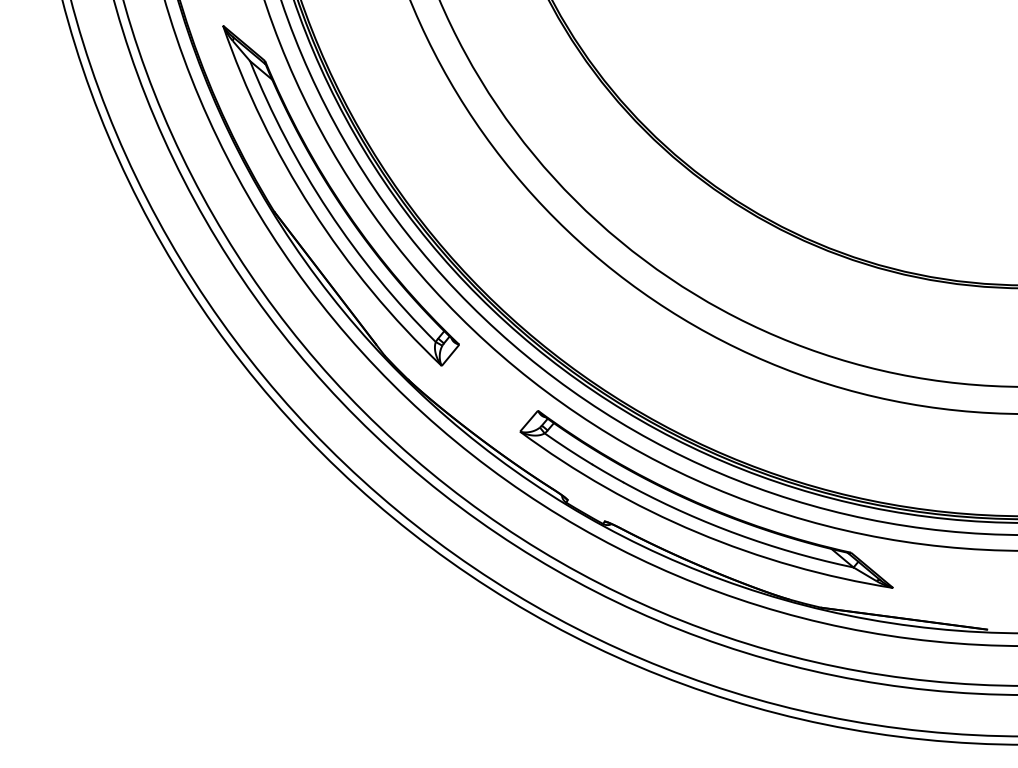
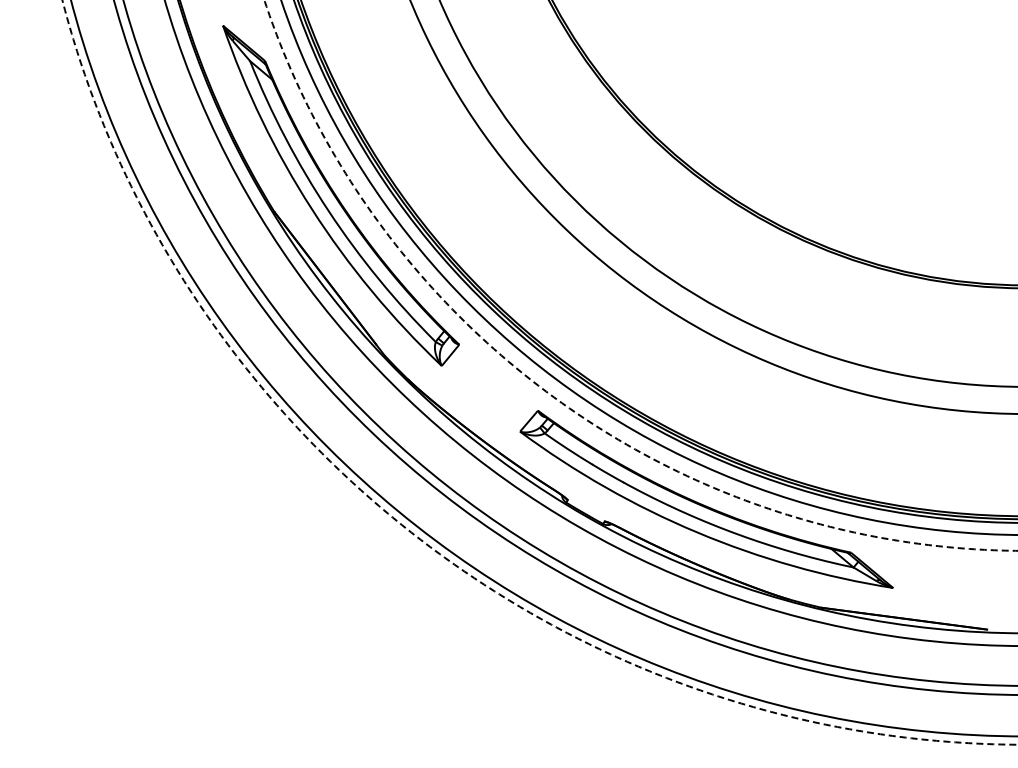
circle at (640, 275): solid -> dashed
circle at (539, 372): solid -> dashed
